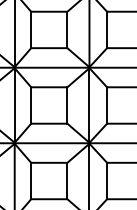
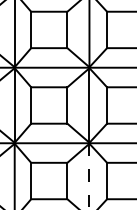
line at (89, 176): solid -> dashed
